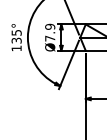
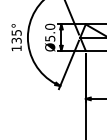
text at (50, 32): Ø7.9 -> Ø5.0
